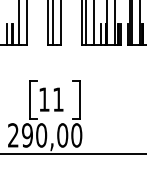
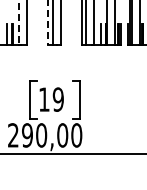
line at (18, 23): solid -> dashed
line at (48, 23): solid -> dashed
text at (57, 99): 11 -> 19
